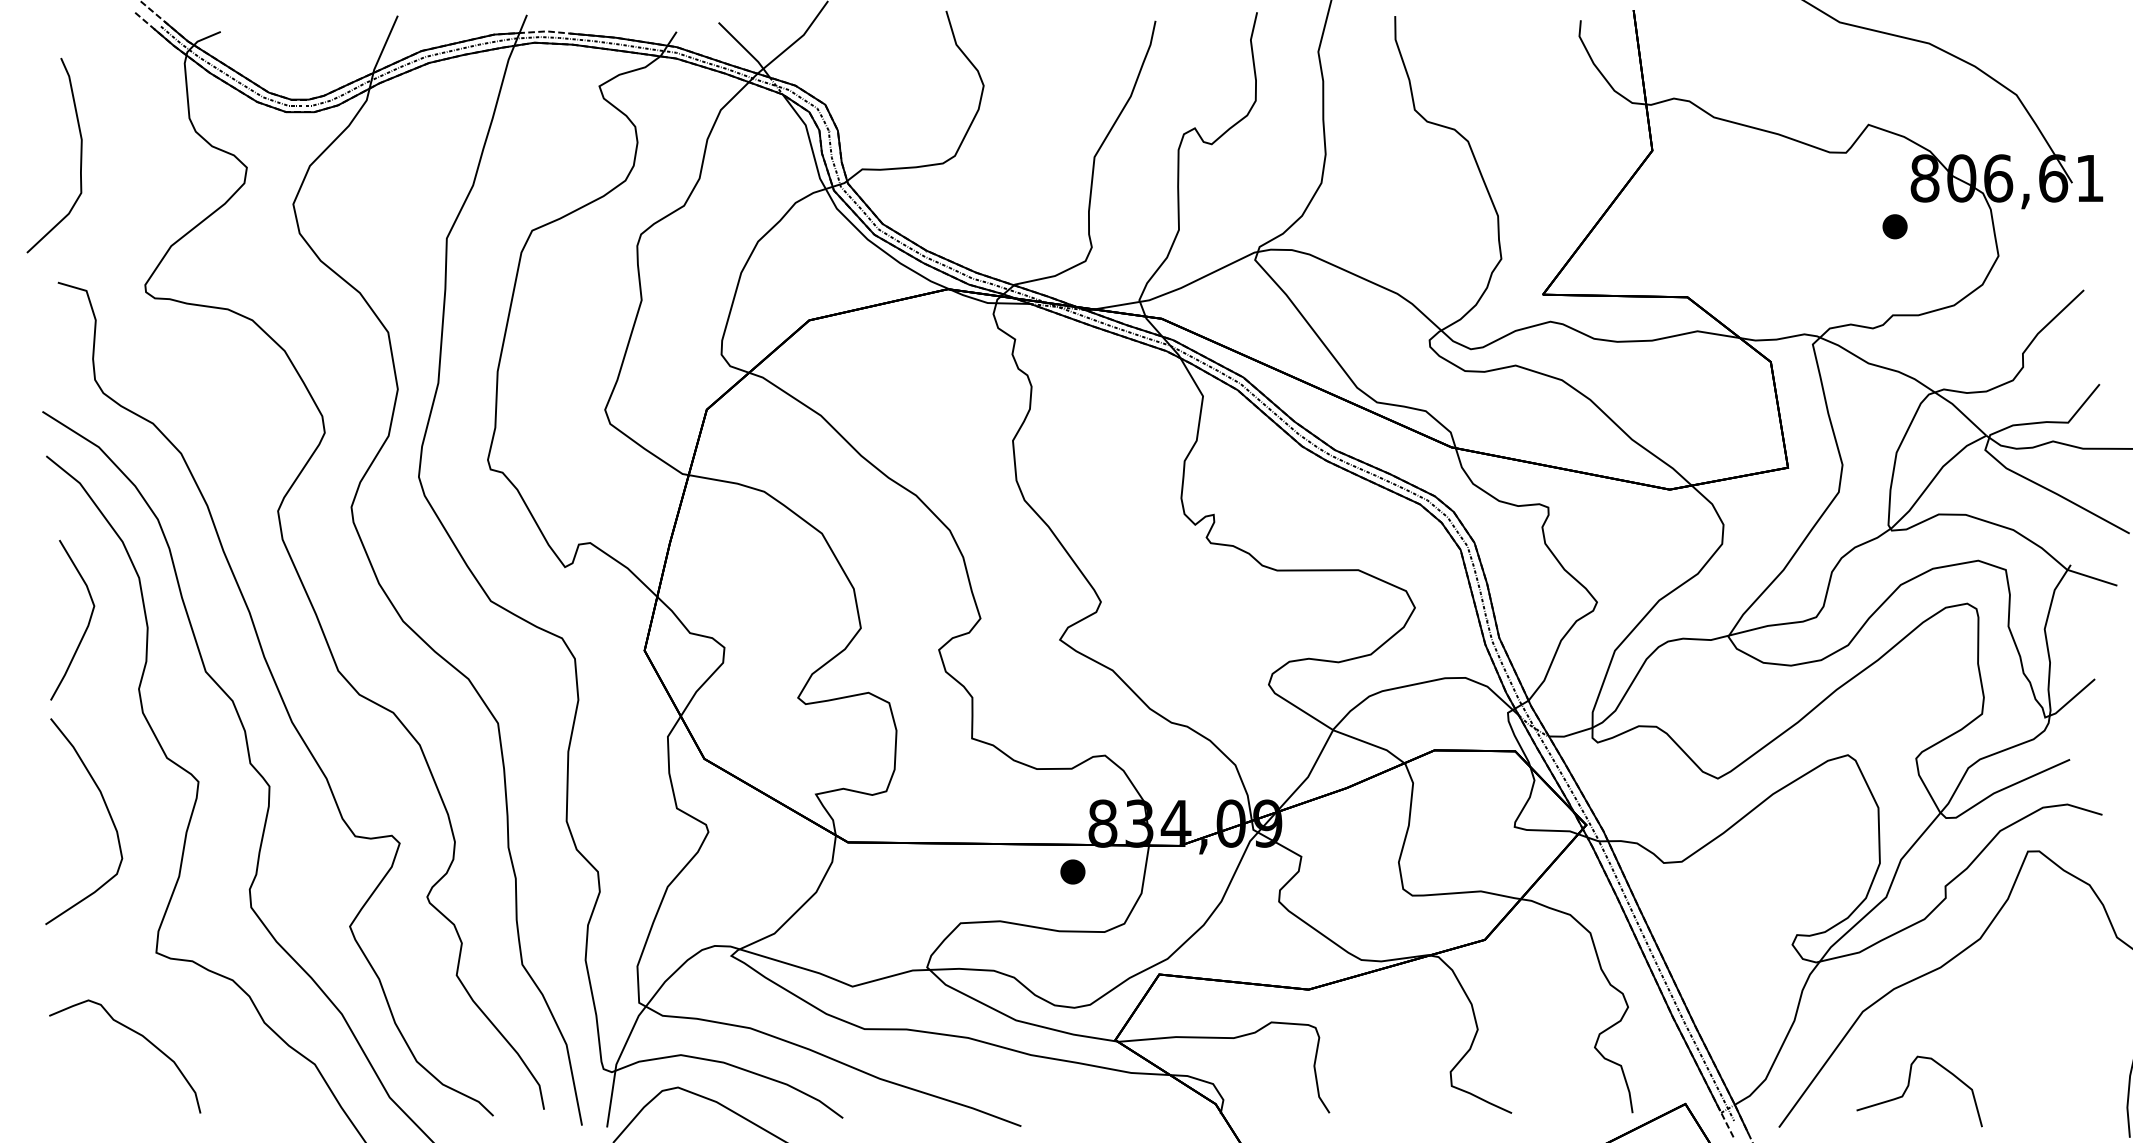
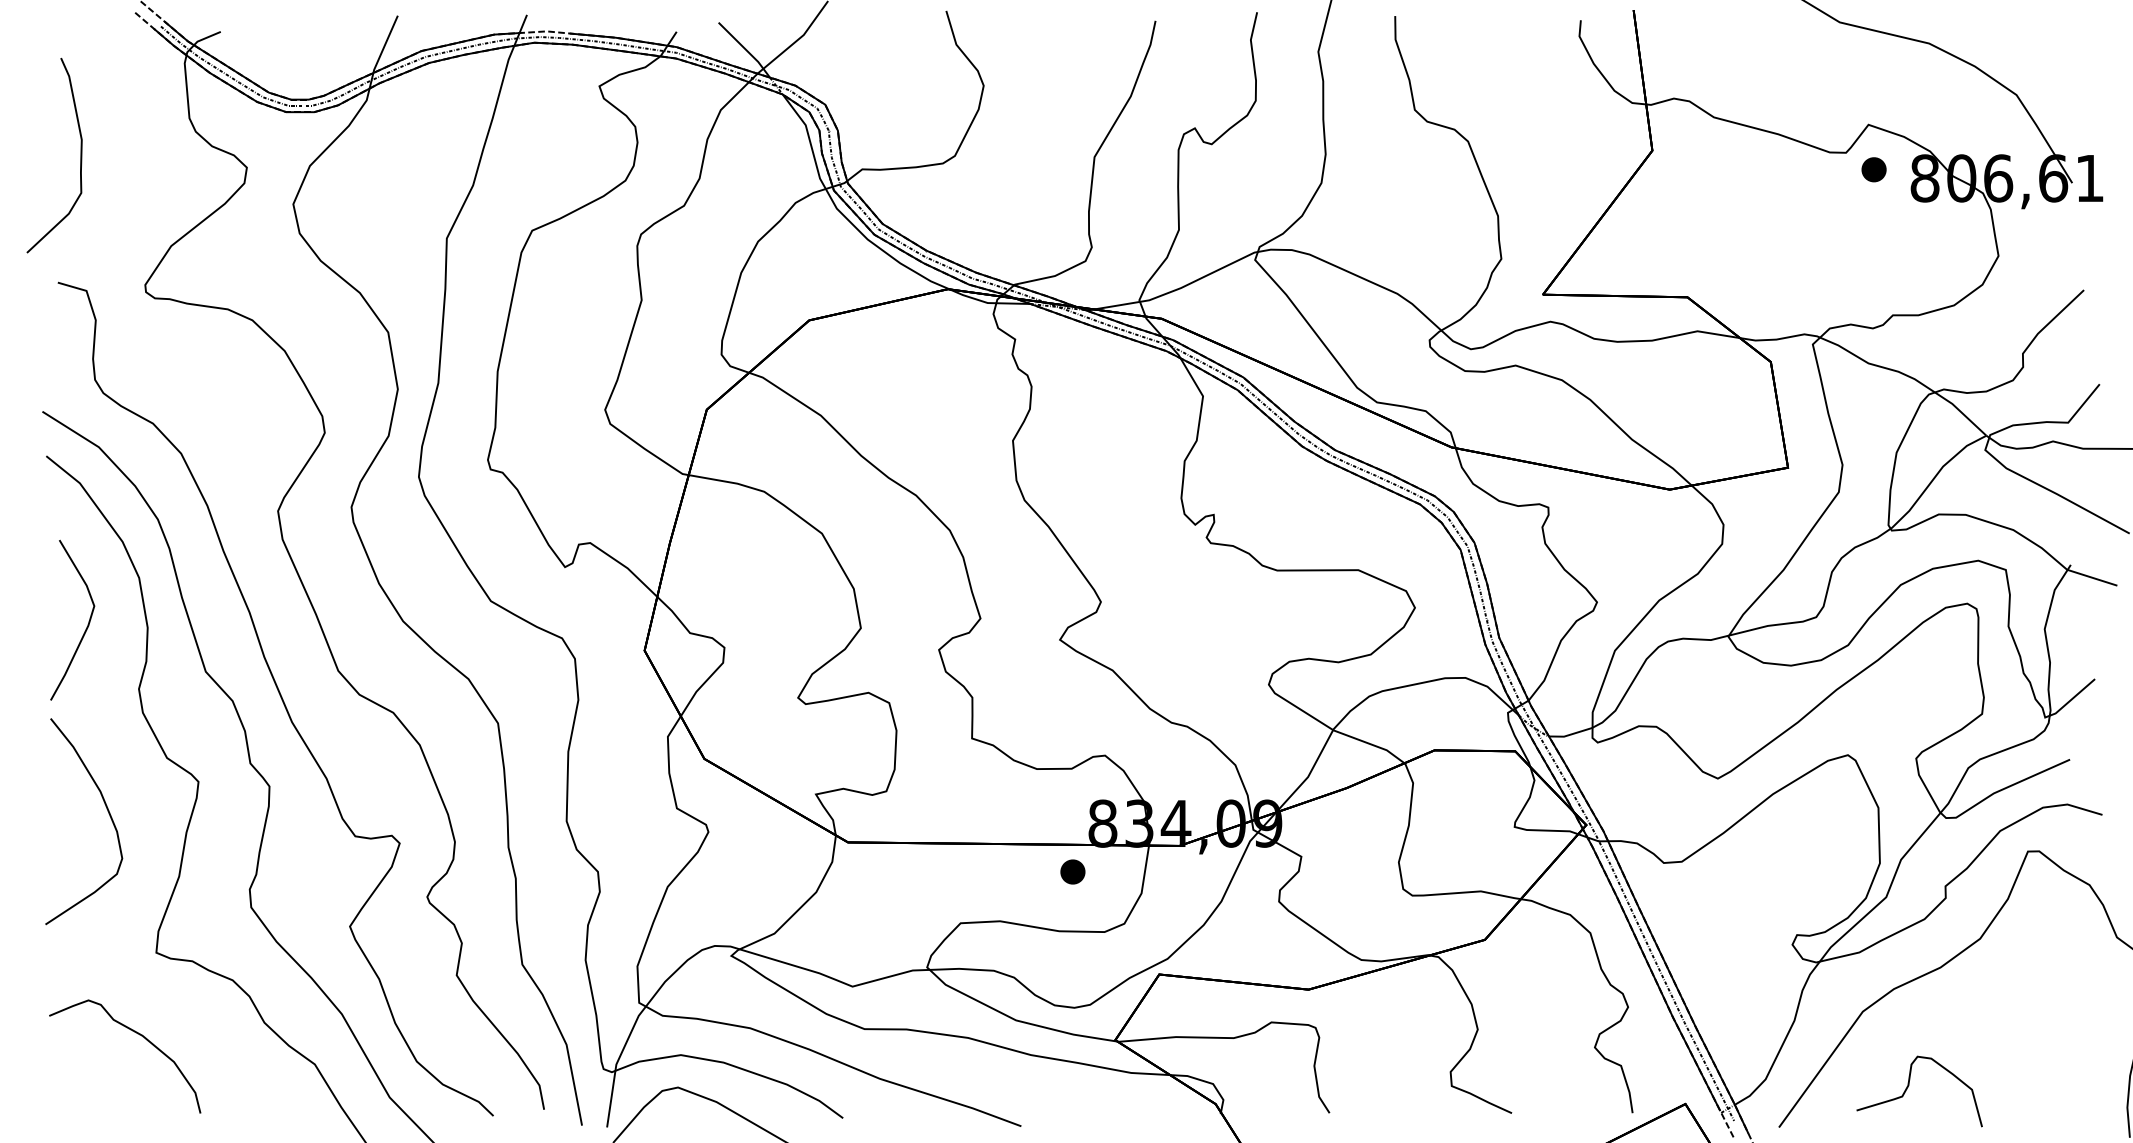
part at (1894, 226) position: (1894, 226) -> (1873, 169)
